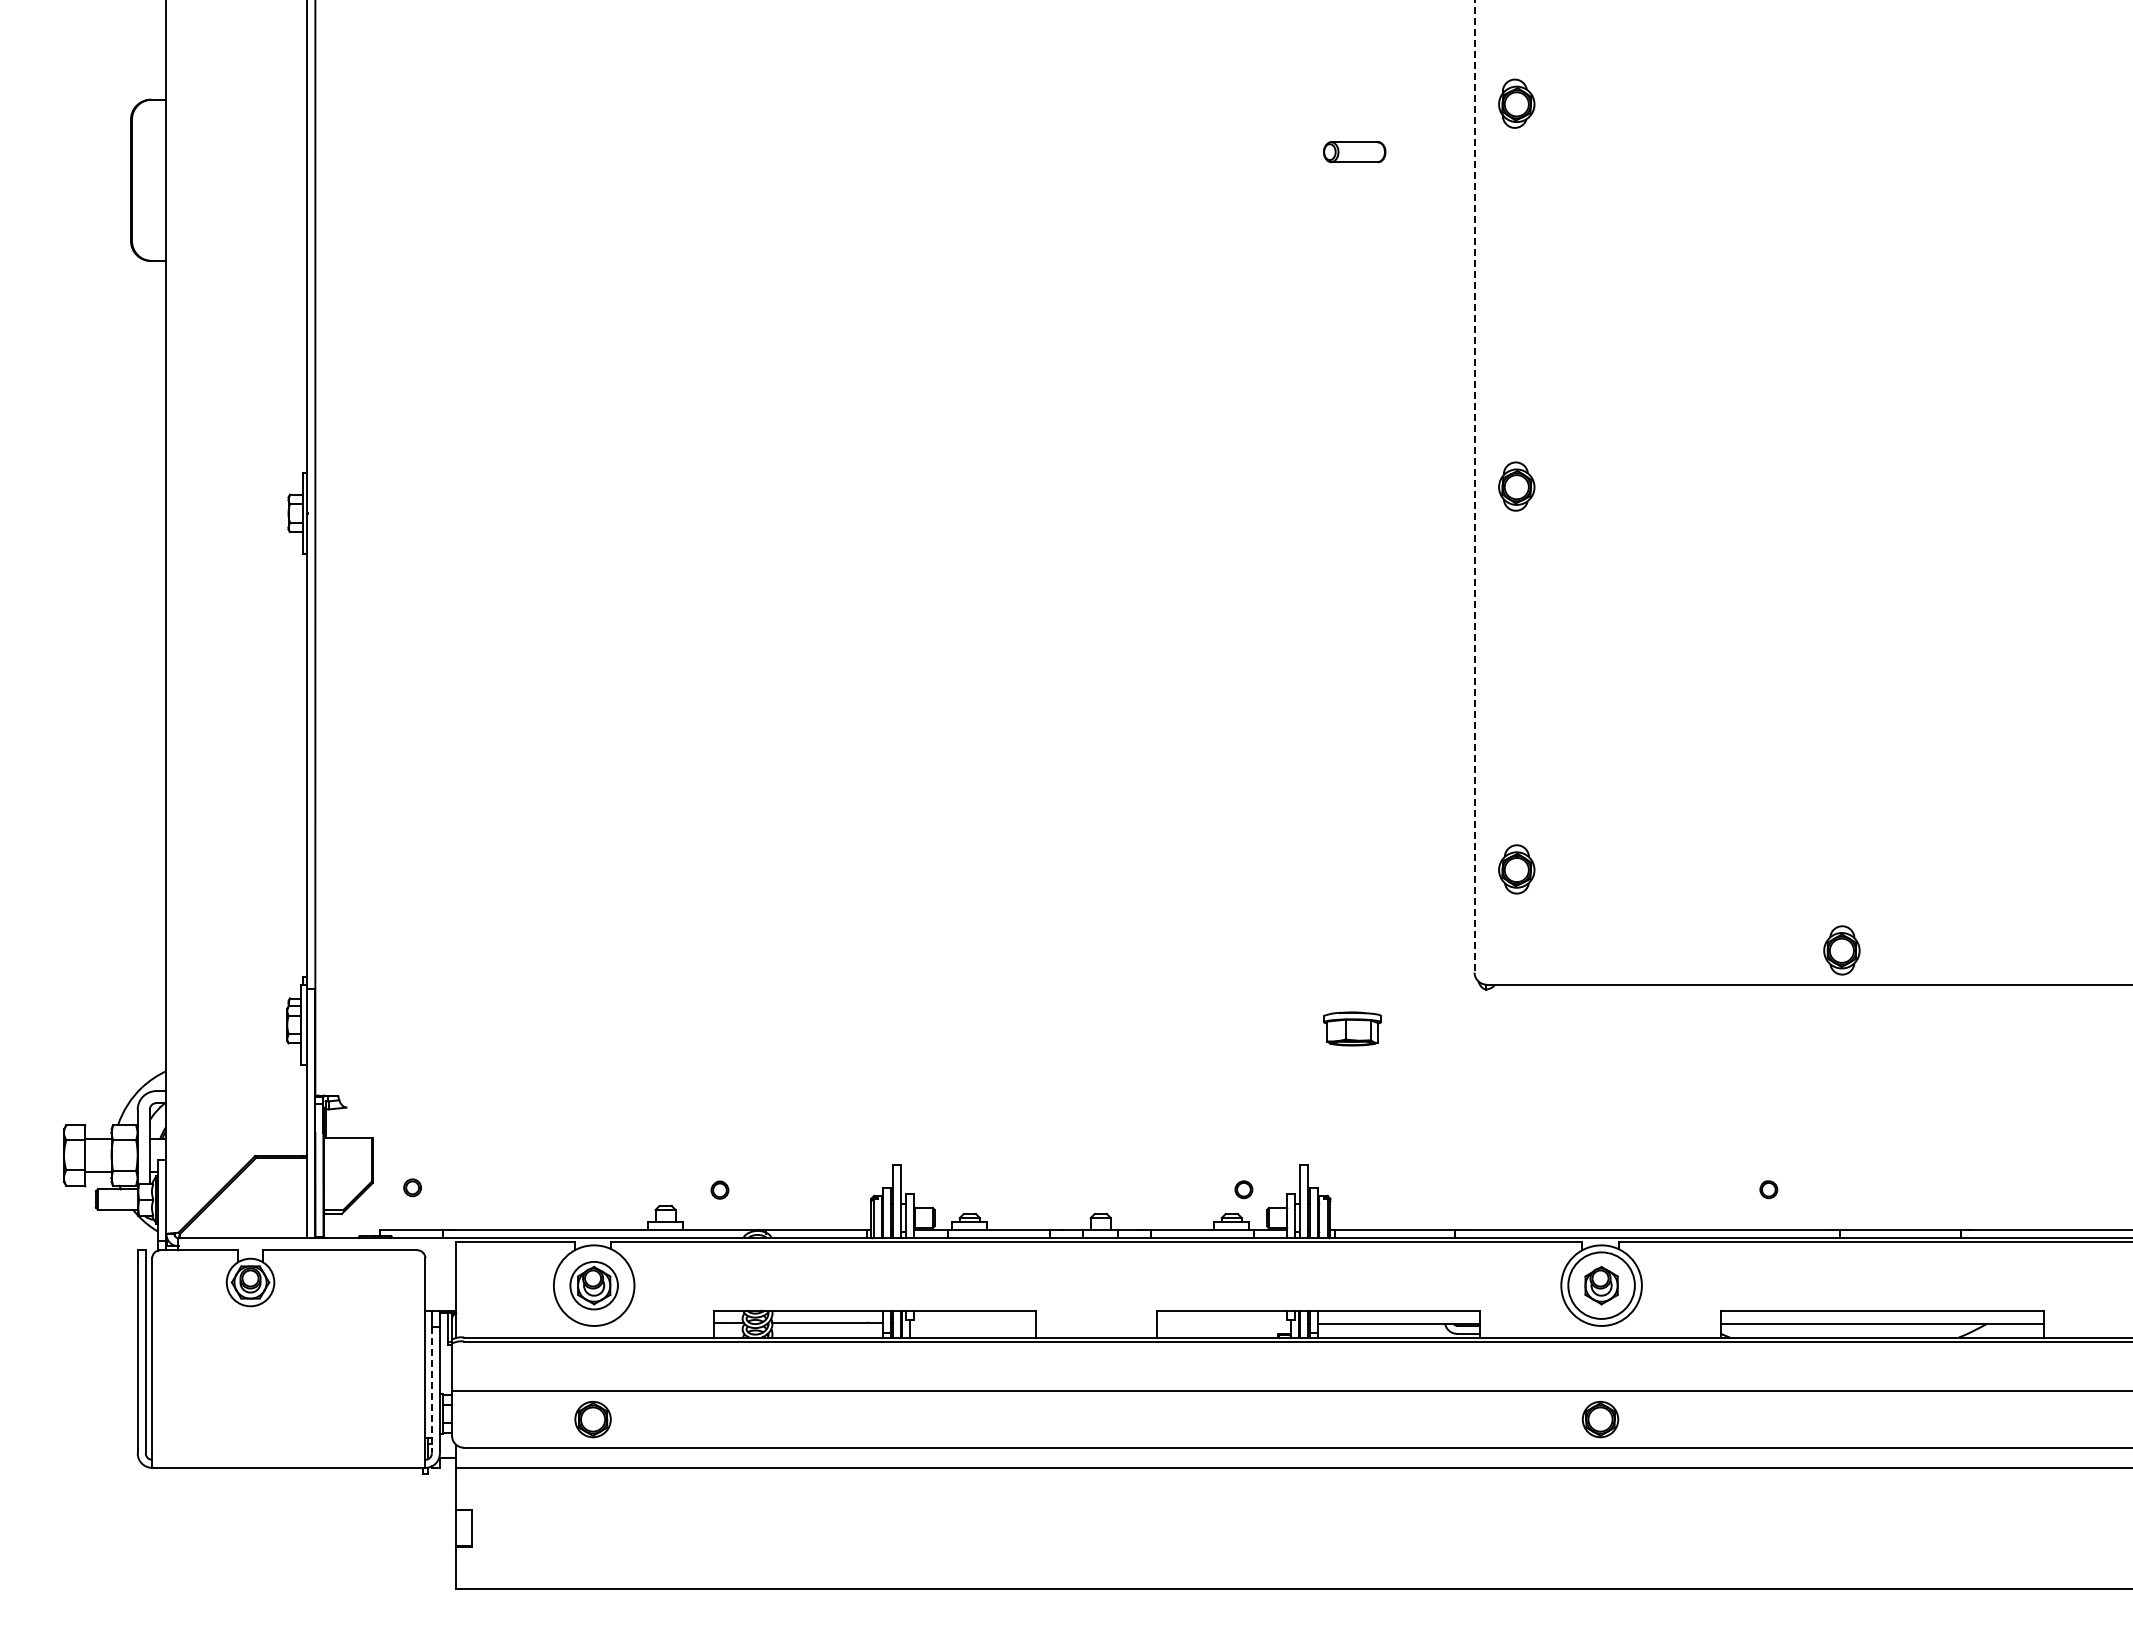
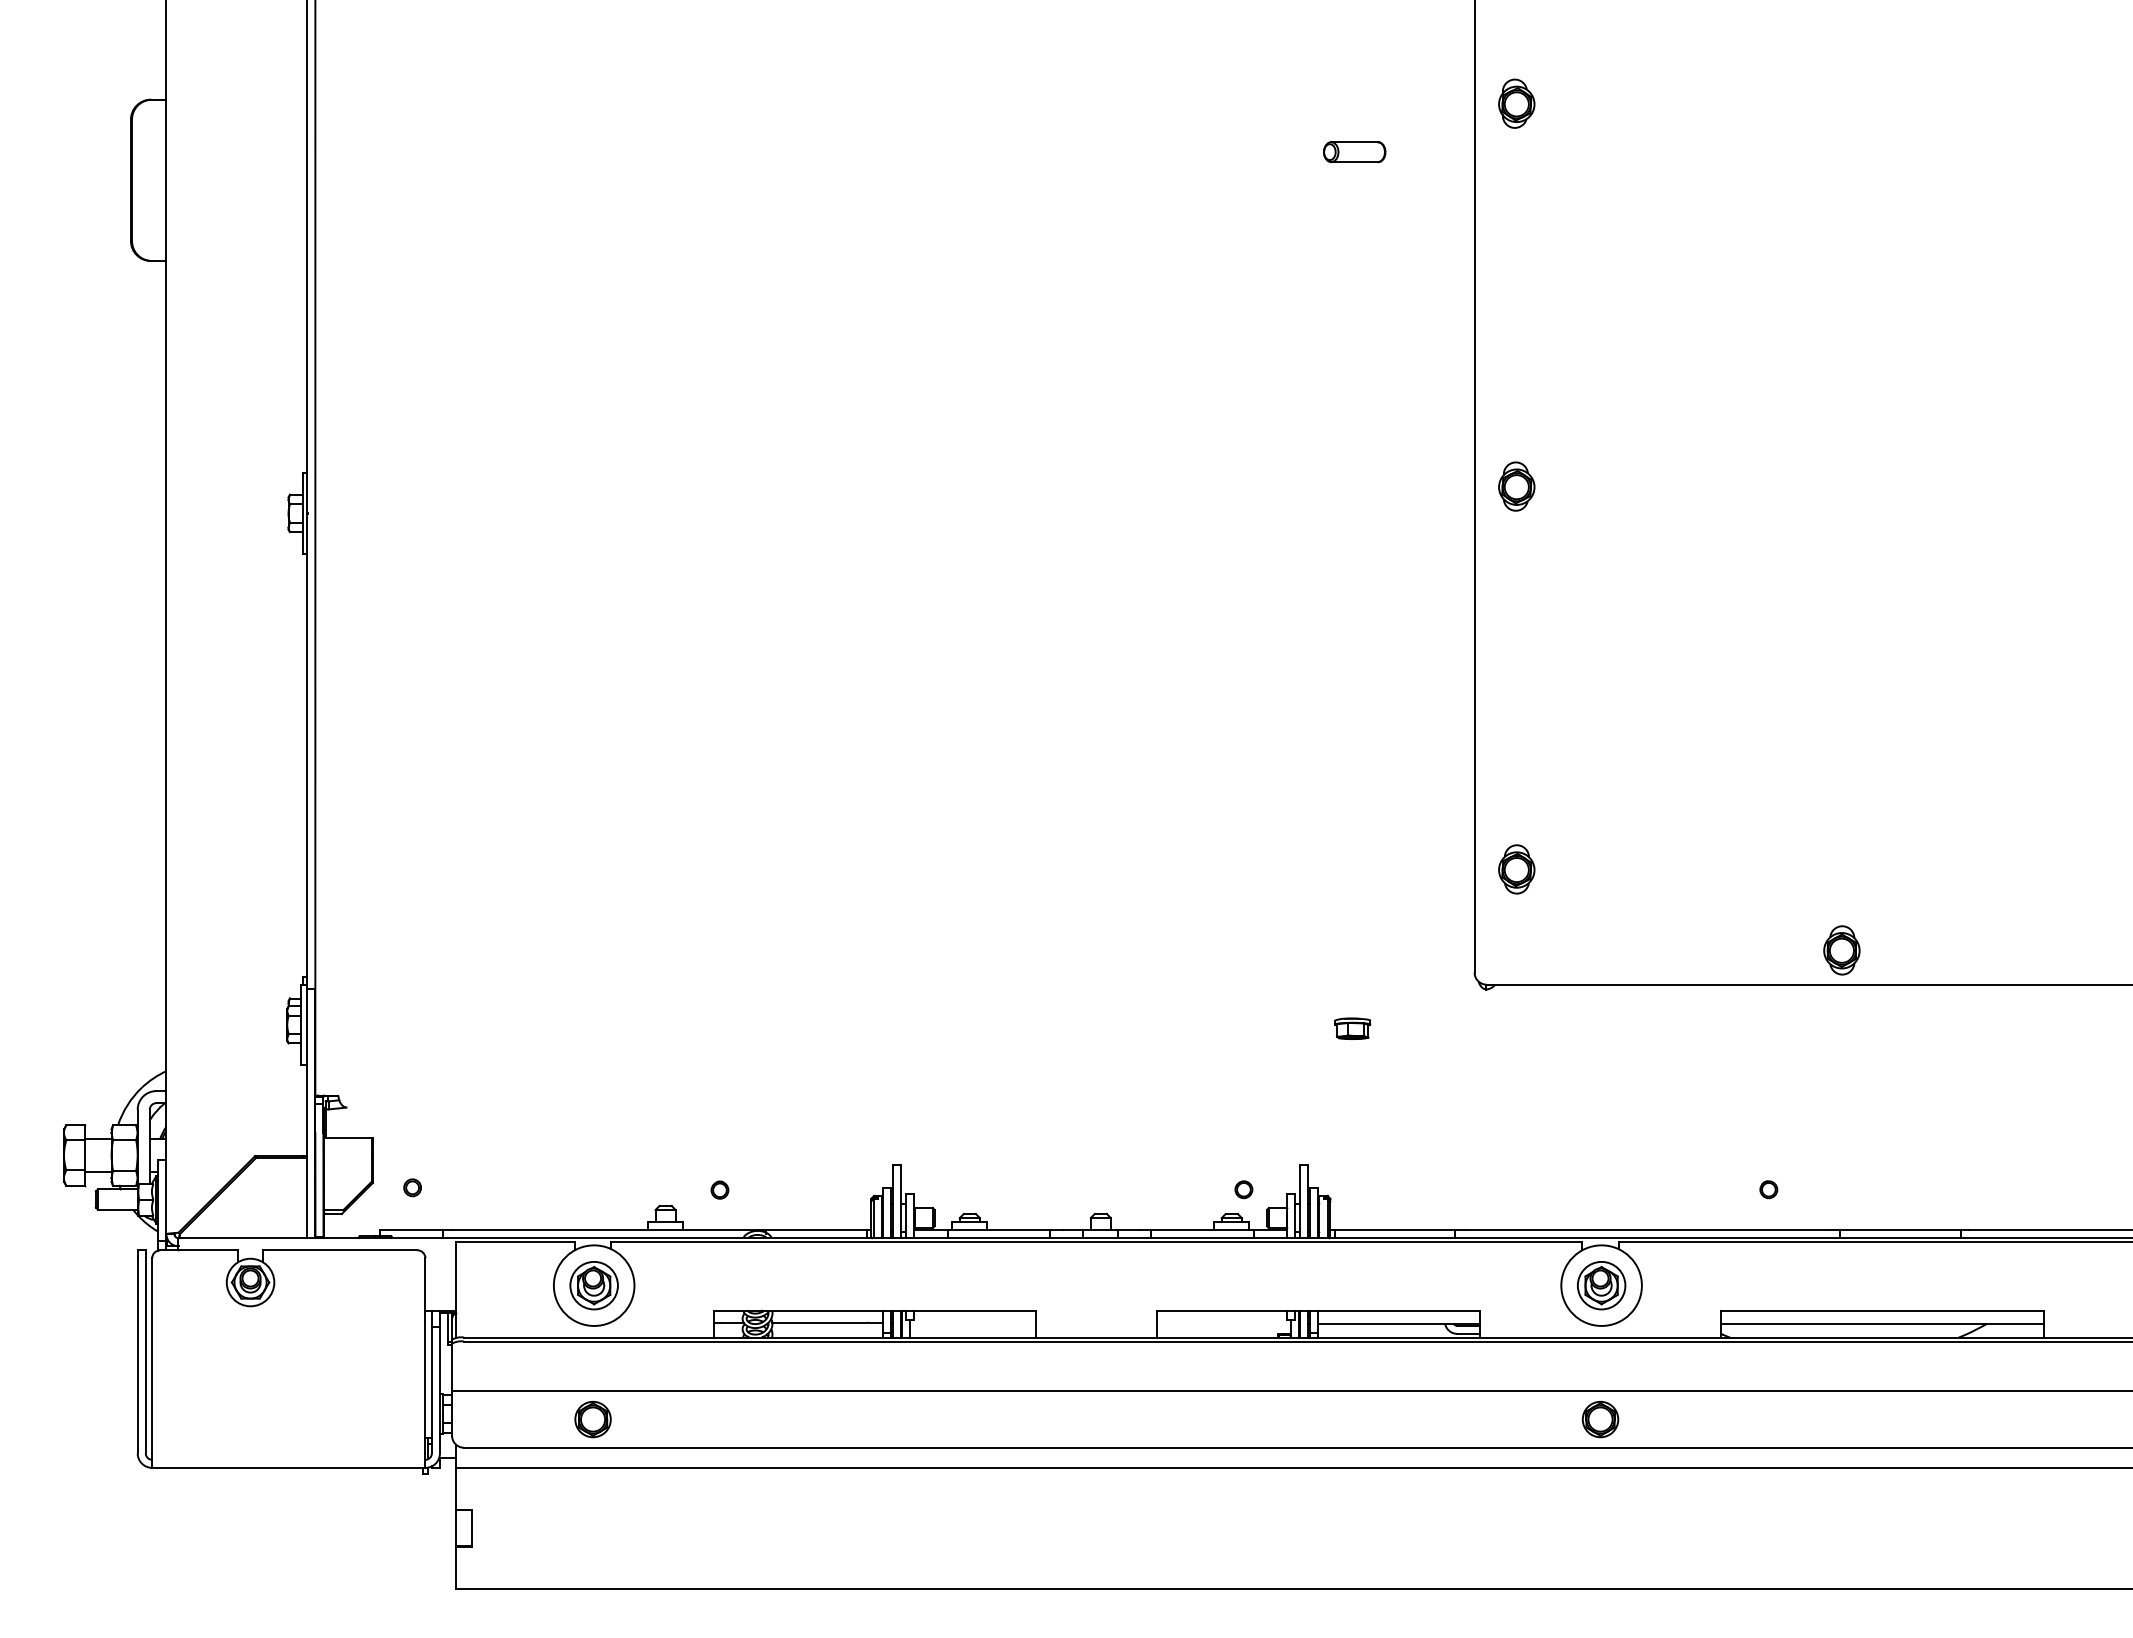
line at (1474, 486): dashed -> solid
part at (1352, 1028) size: 59x36 px -> 38x23 px
circle at (1601, 1285) diameter: 67 px -> 48 px
line at (431, 1390): dashed -> solid
